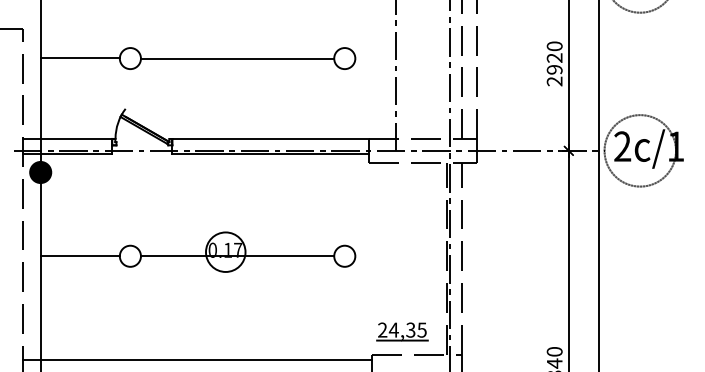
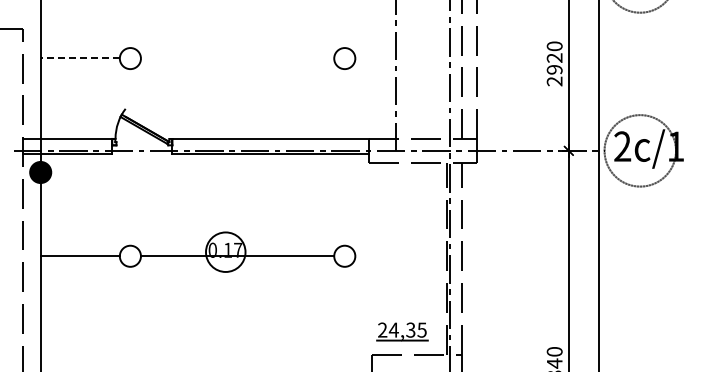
line at (80, 58): solid -> dashed
line at (237, 58): present -> none
line at (197, 360): present -> none
